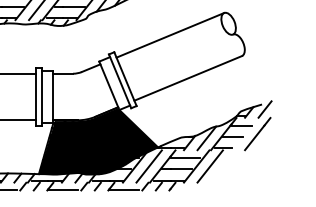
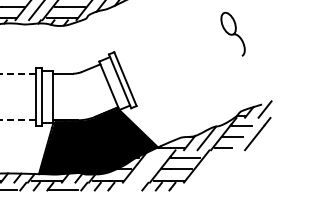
line at (170, 35): present -> none
line at (18, 73): solid -> dashed
line at (188, 78): present -> none
line at (18, 120): solid -> dashed
line at (148, 166): present -> none
line at (209, 166): present -> none
line at (124, 190): present -> none
